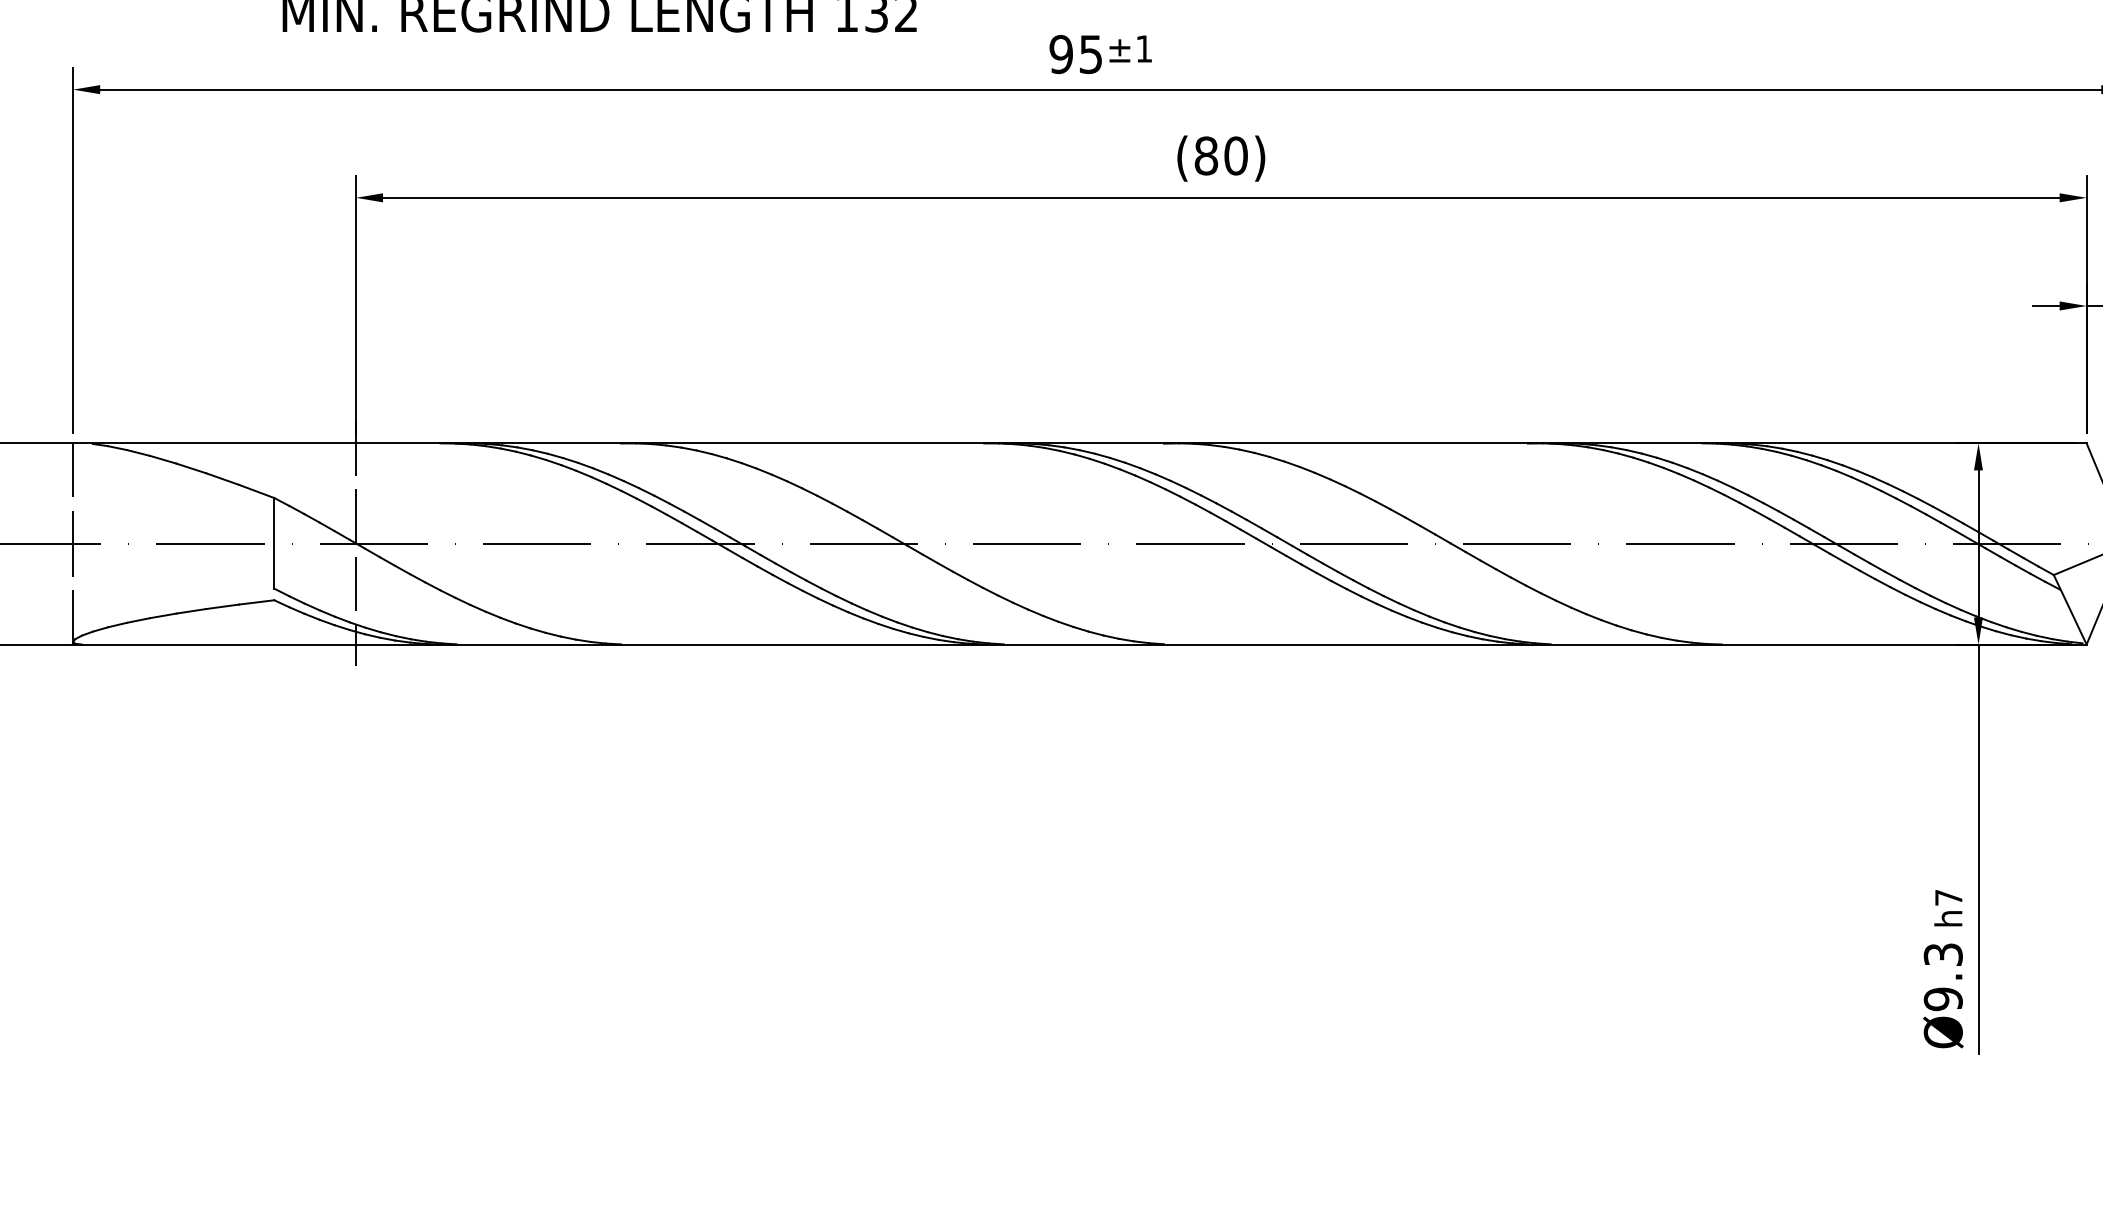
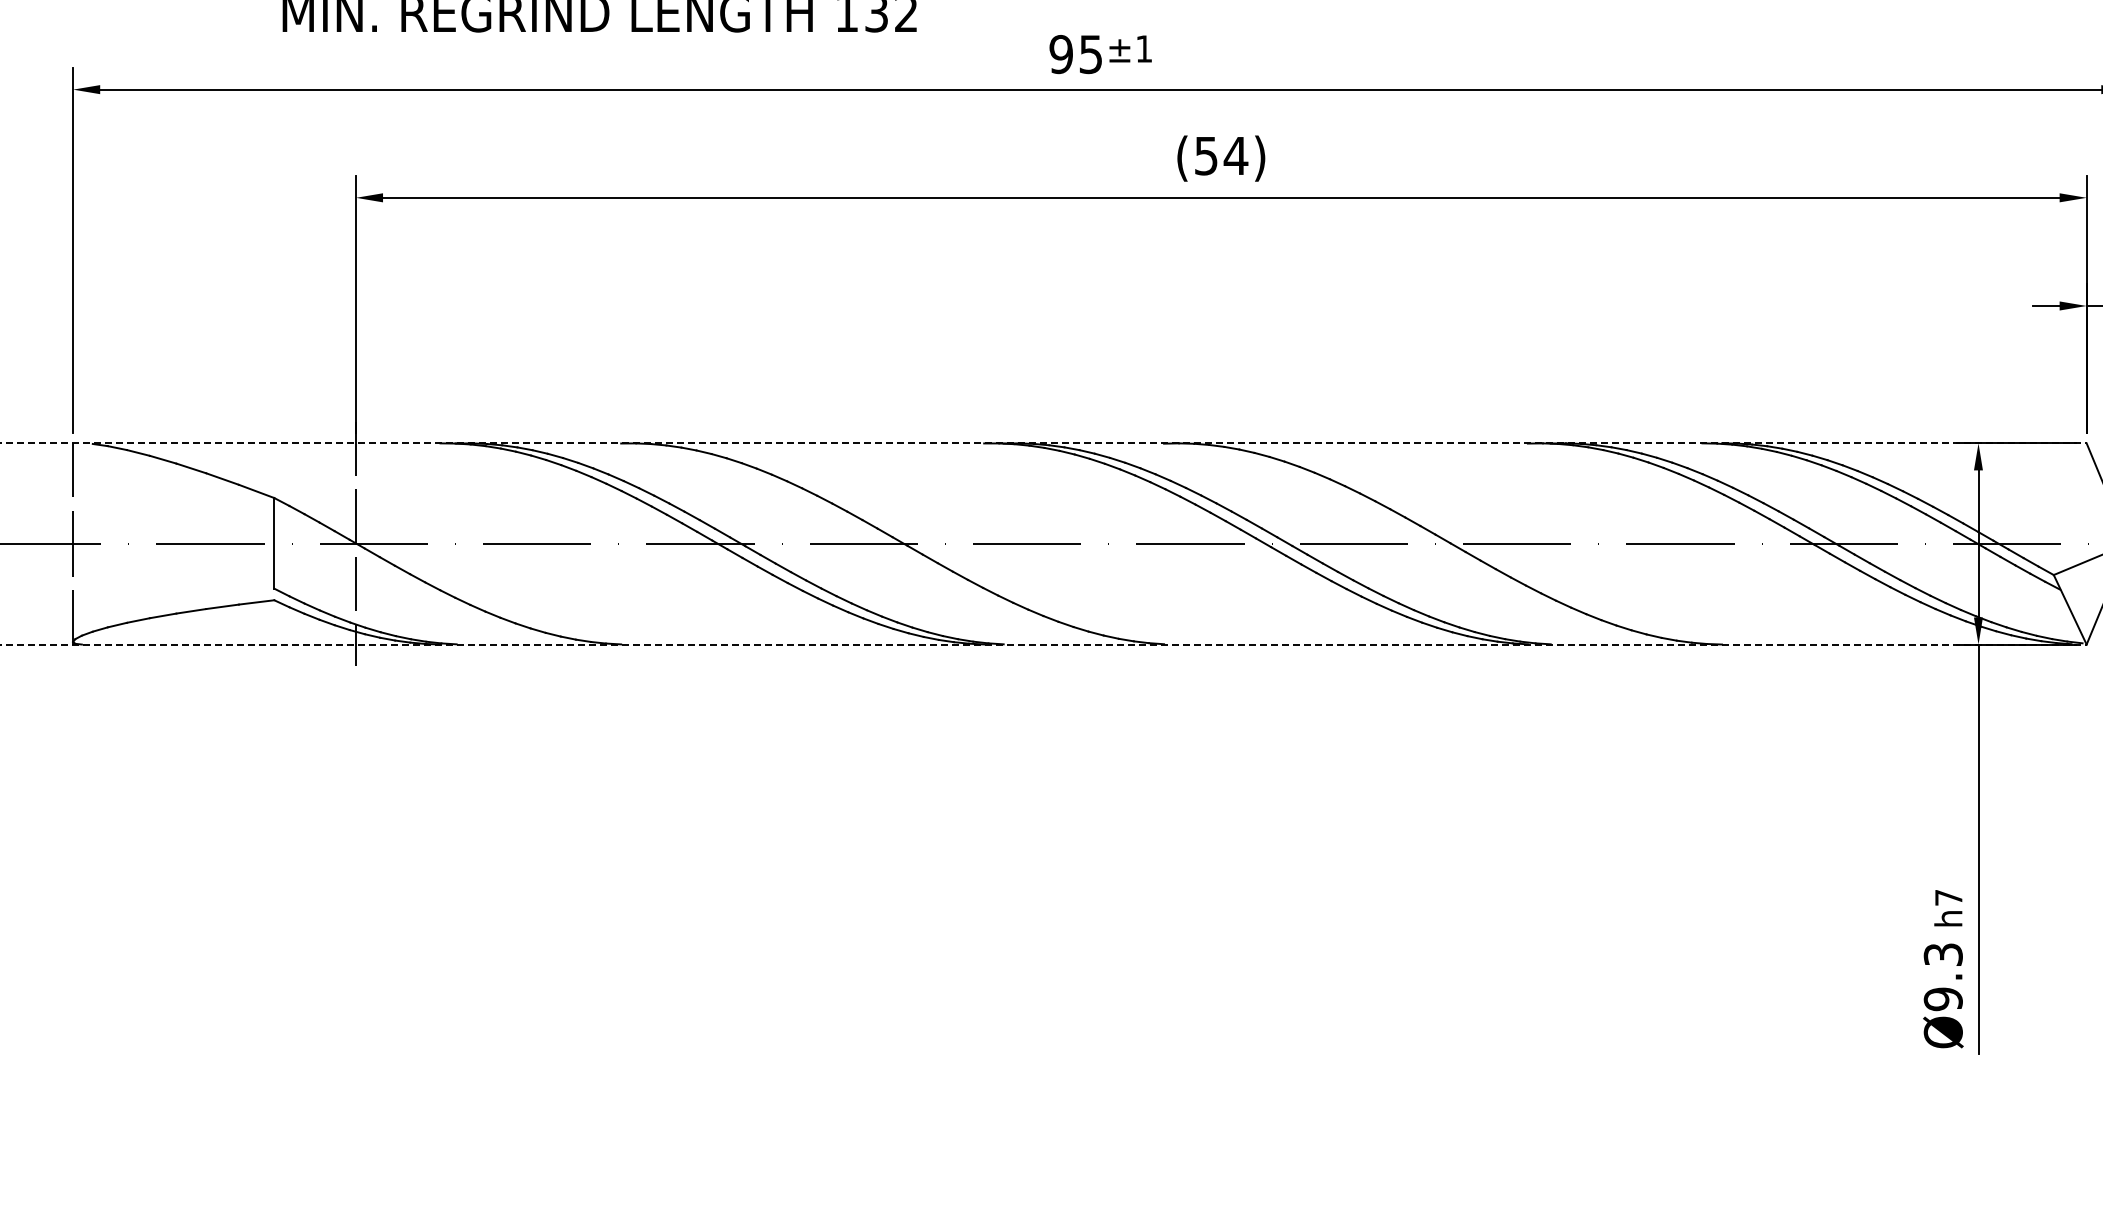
text at (1221, 155): (80) -> (54)
line at (1043, 443): solid -> dashed
line at (1043, 644): solid -> dashed
